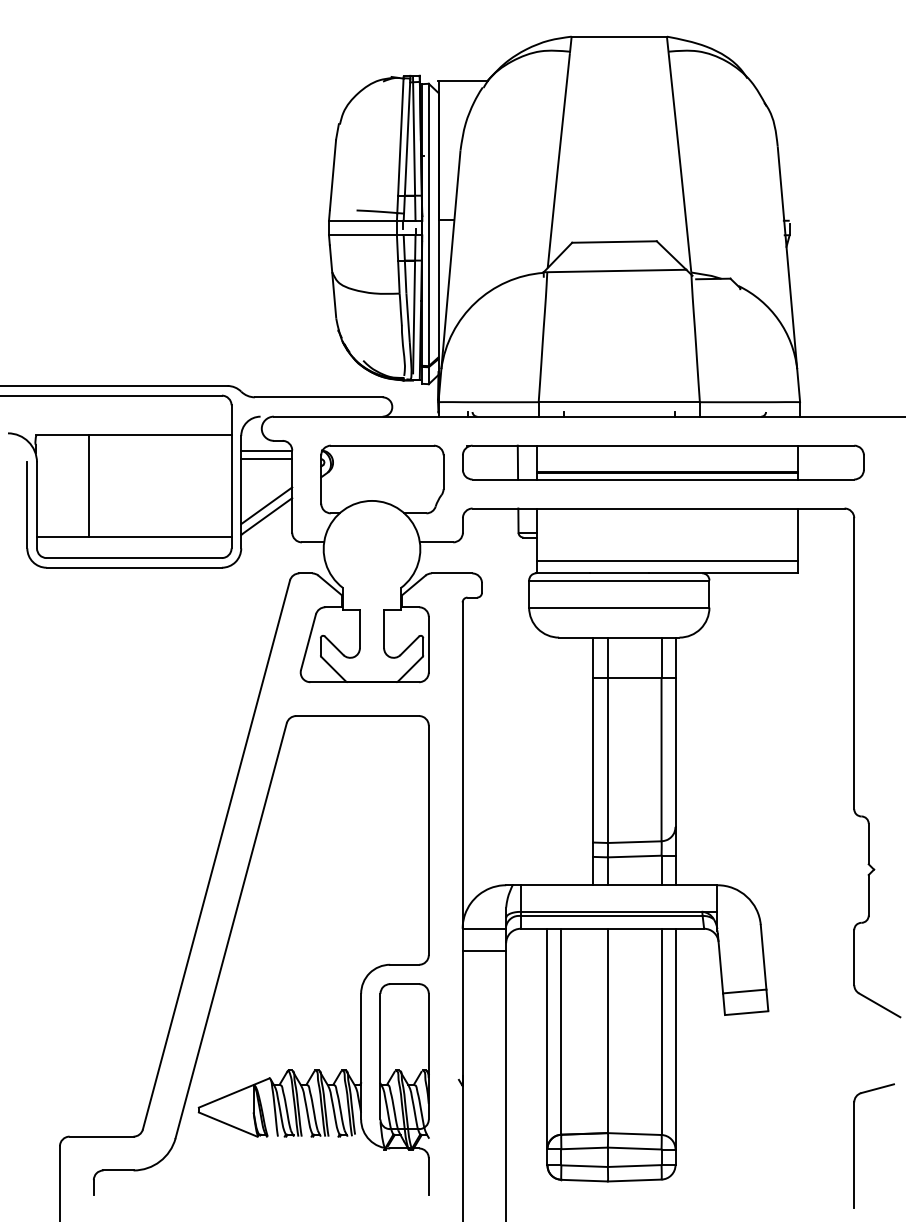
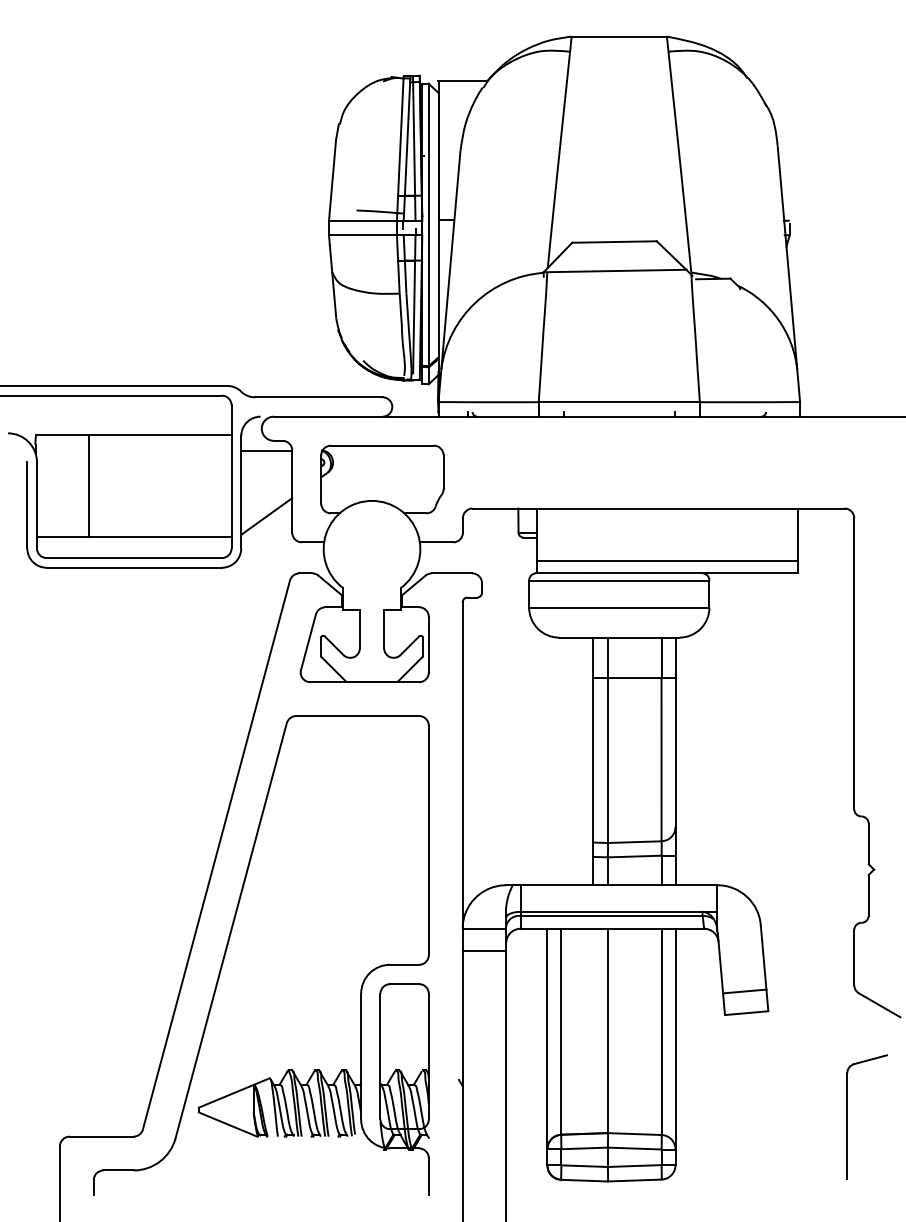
line at (266, 459): present -> none
part at (663, 462): present -> none
line at (266, 505): present -> none
part at (854, 1145) position: (854, 1145) -> (847, 1116)
